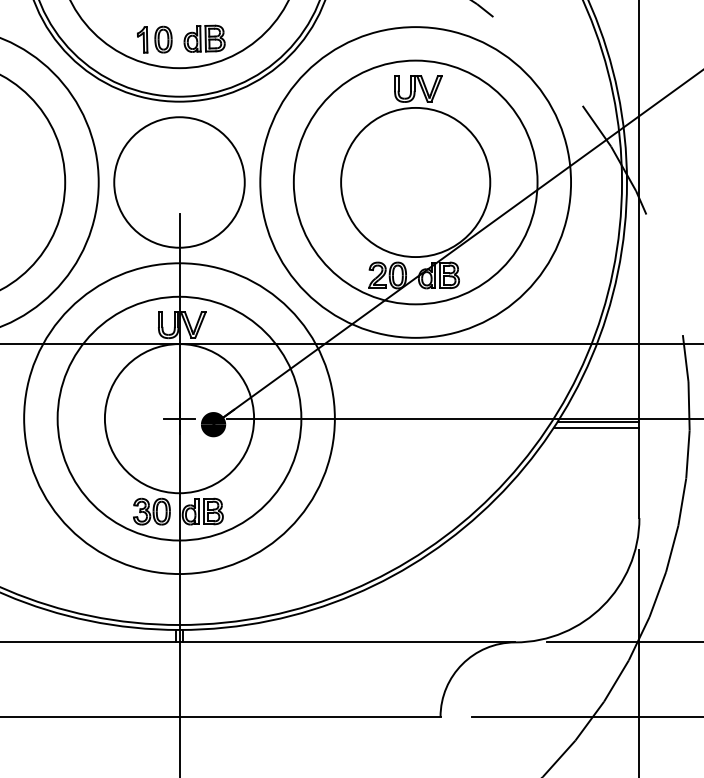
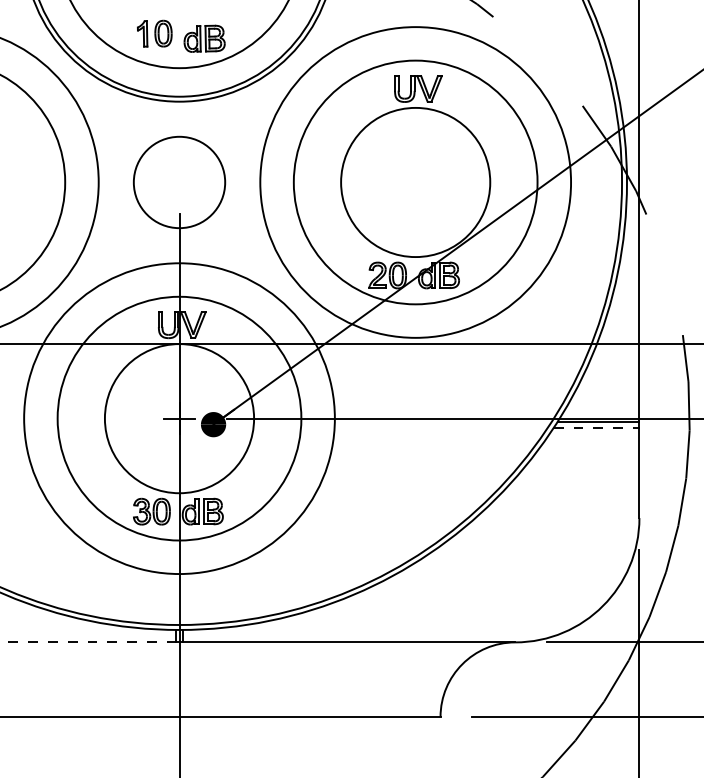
part at (154, 39) position: (154, 39) -> (154, 33)
circle at (179, 182) diameter: 131 px -> 91 px
line at (596, 427): solid -> dashed
line at (88, 642): solid -> dashed
